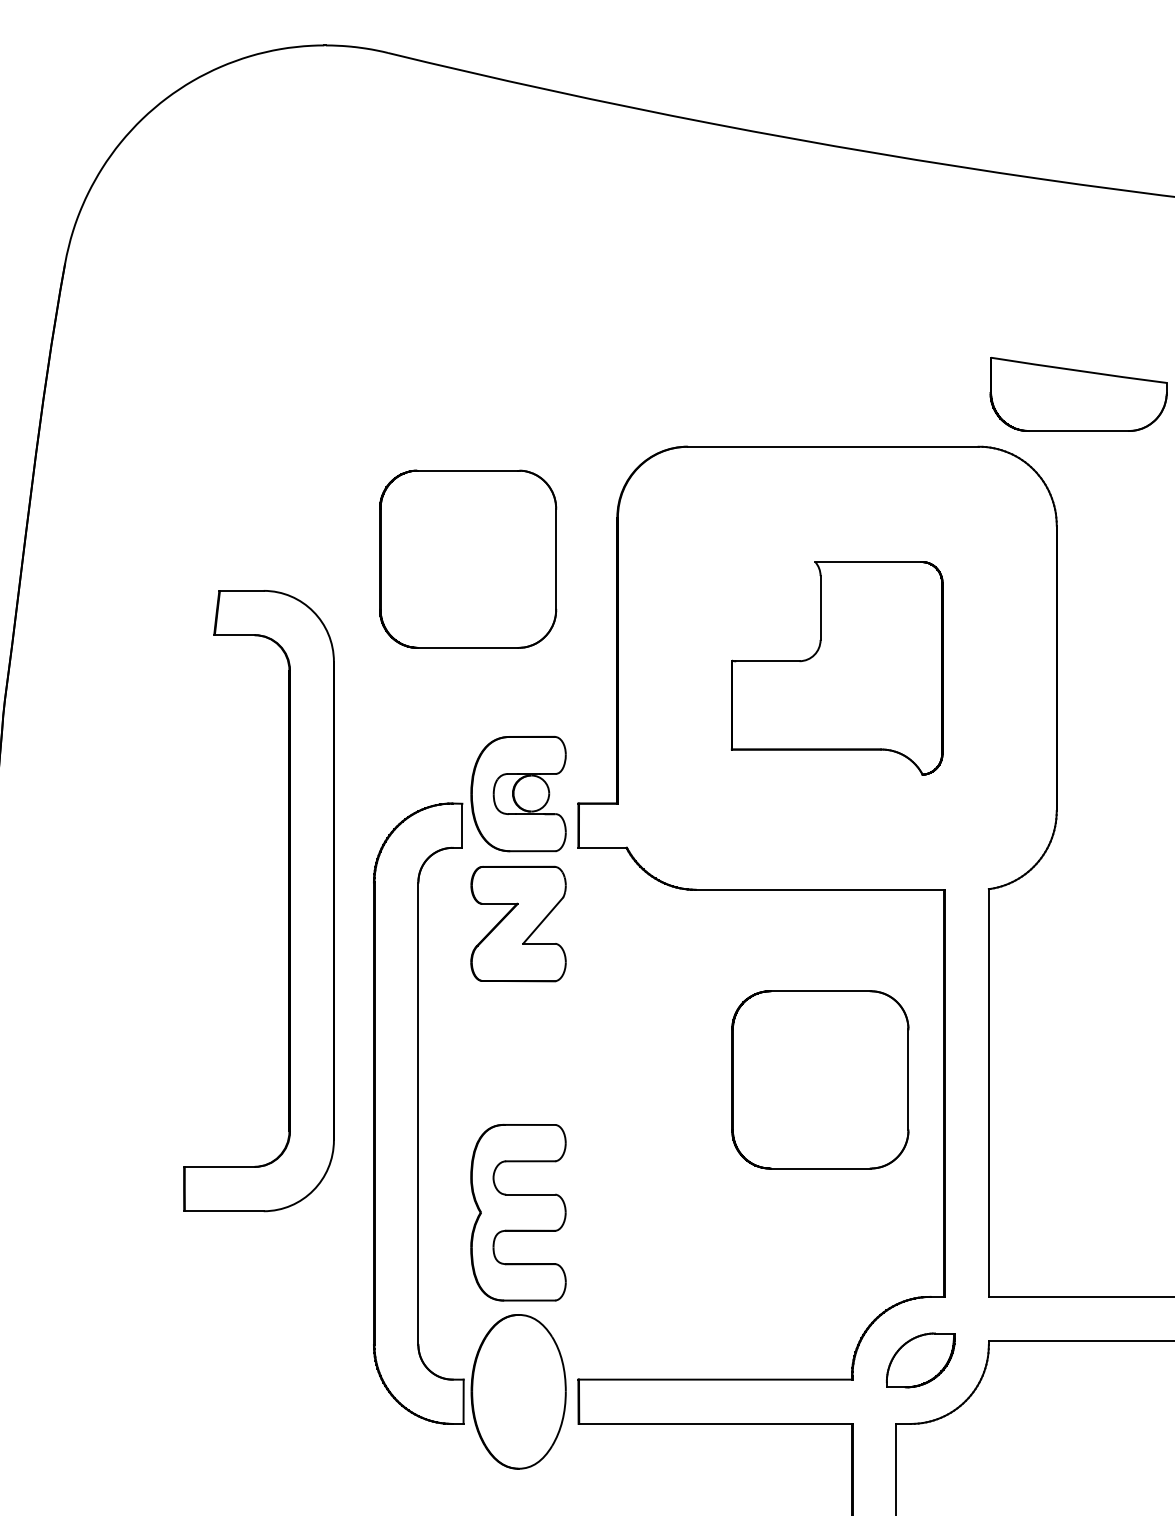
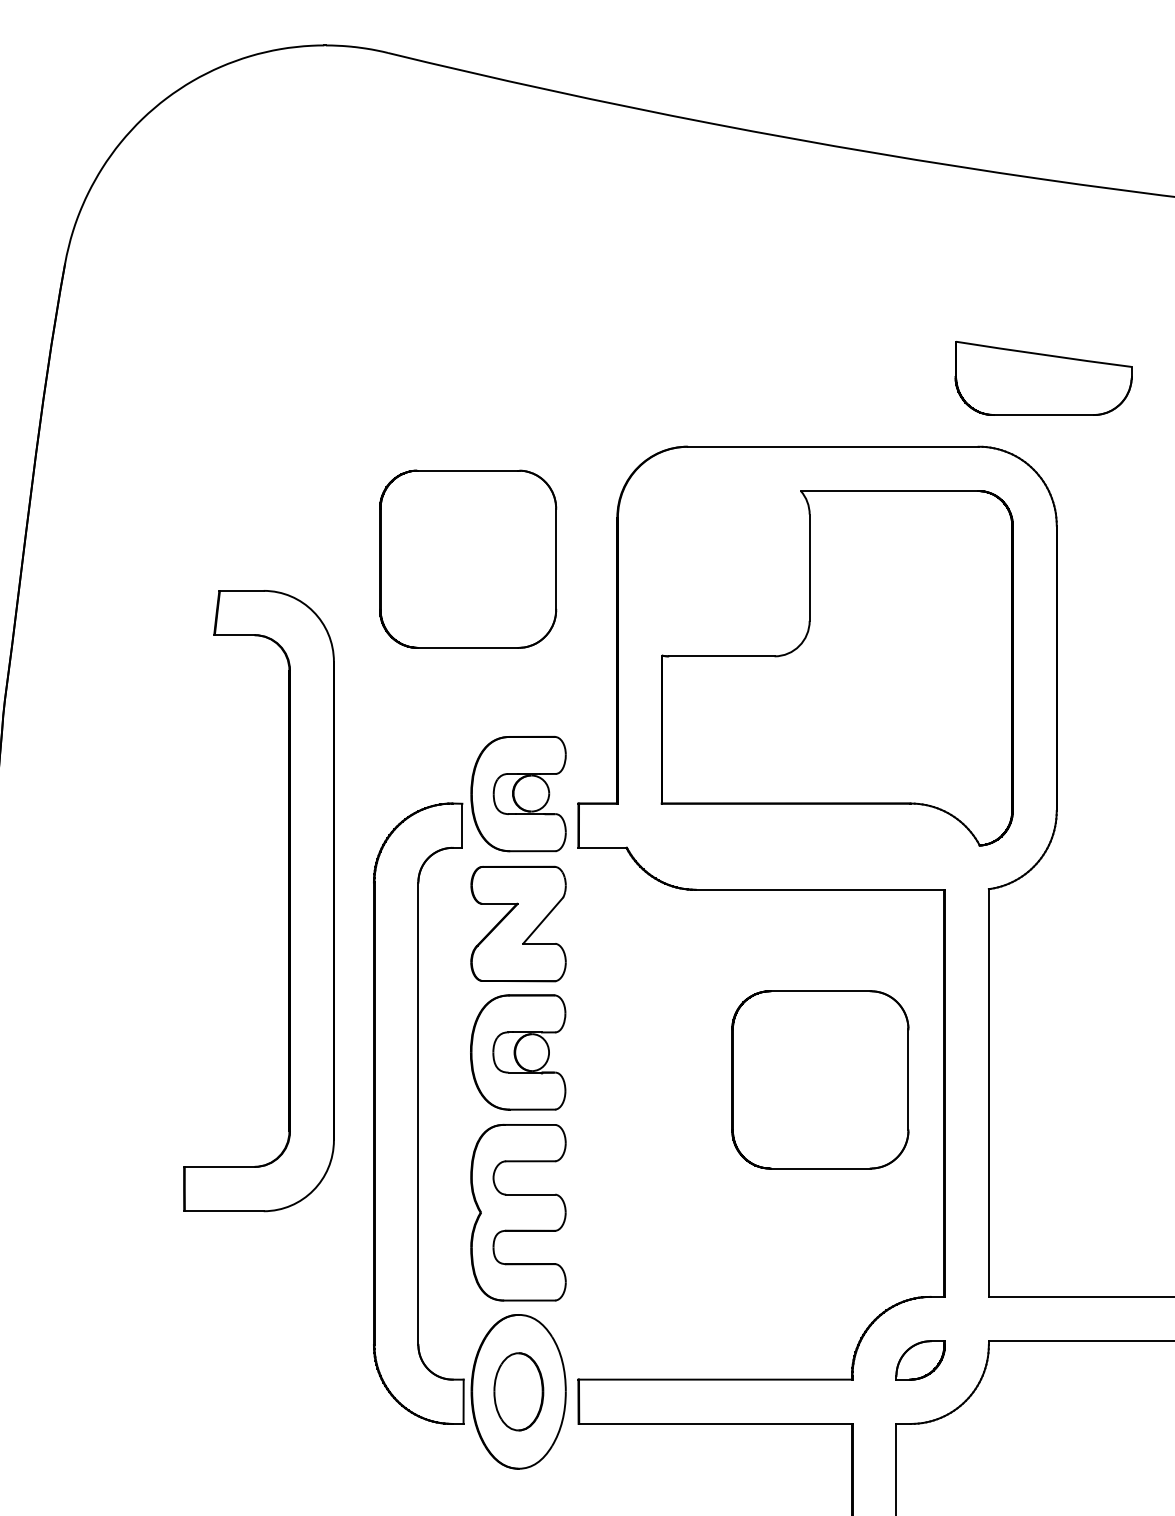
part at (1078, 394) position: (1078, 394) -> (1043, 378)
part at (836, 668) size: 214x215 px -> 354x357 px
part at (518, 1052): none -> present
part at (920, 1360) size: 70x57 px -> 51x41 px
part at (518, 1391): none -> present
